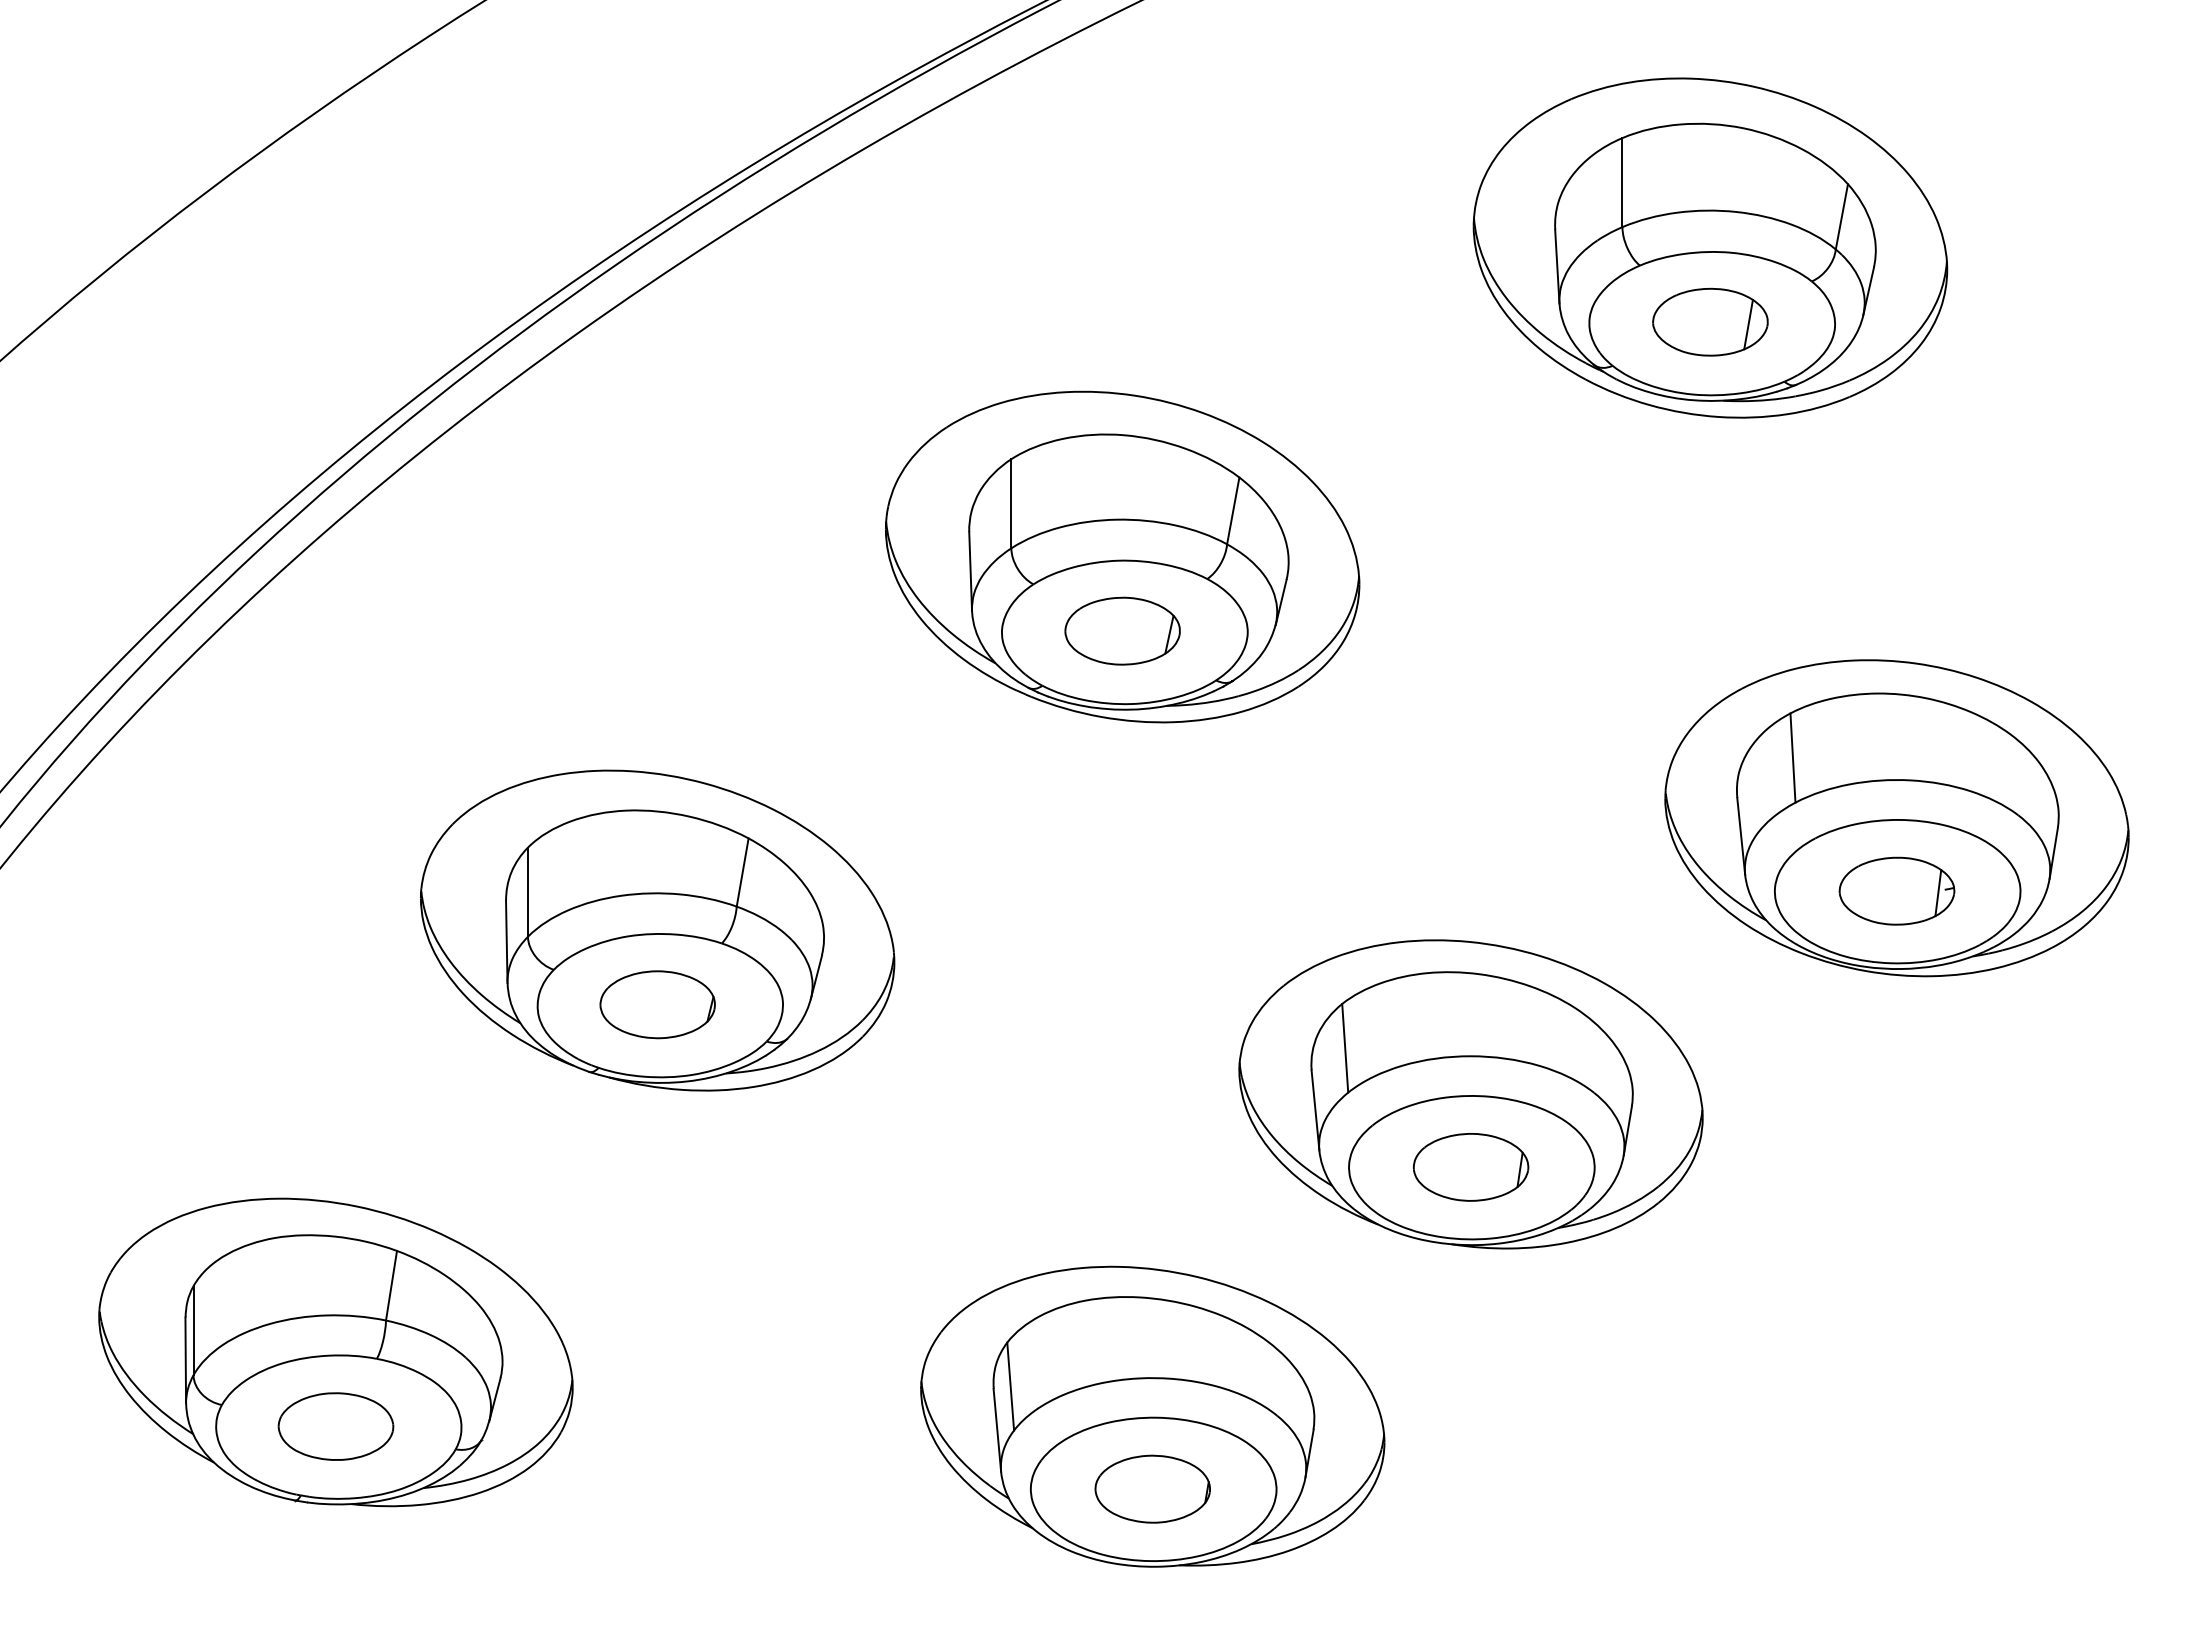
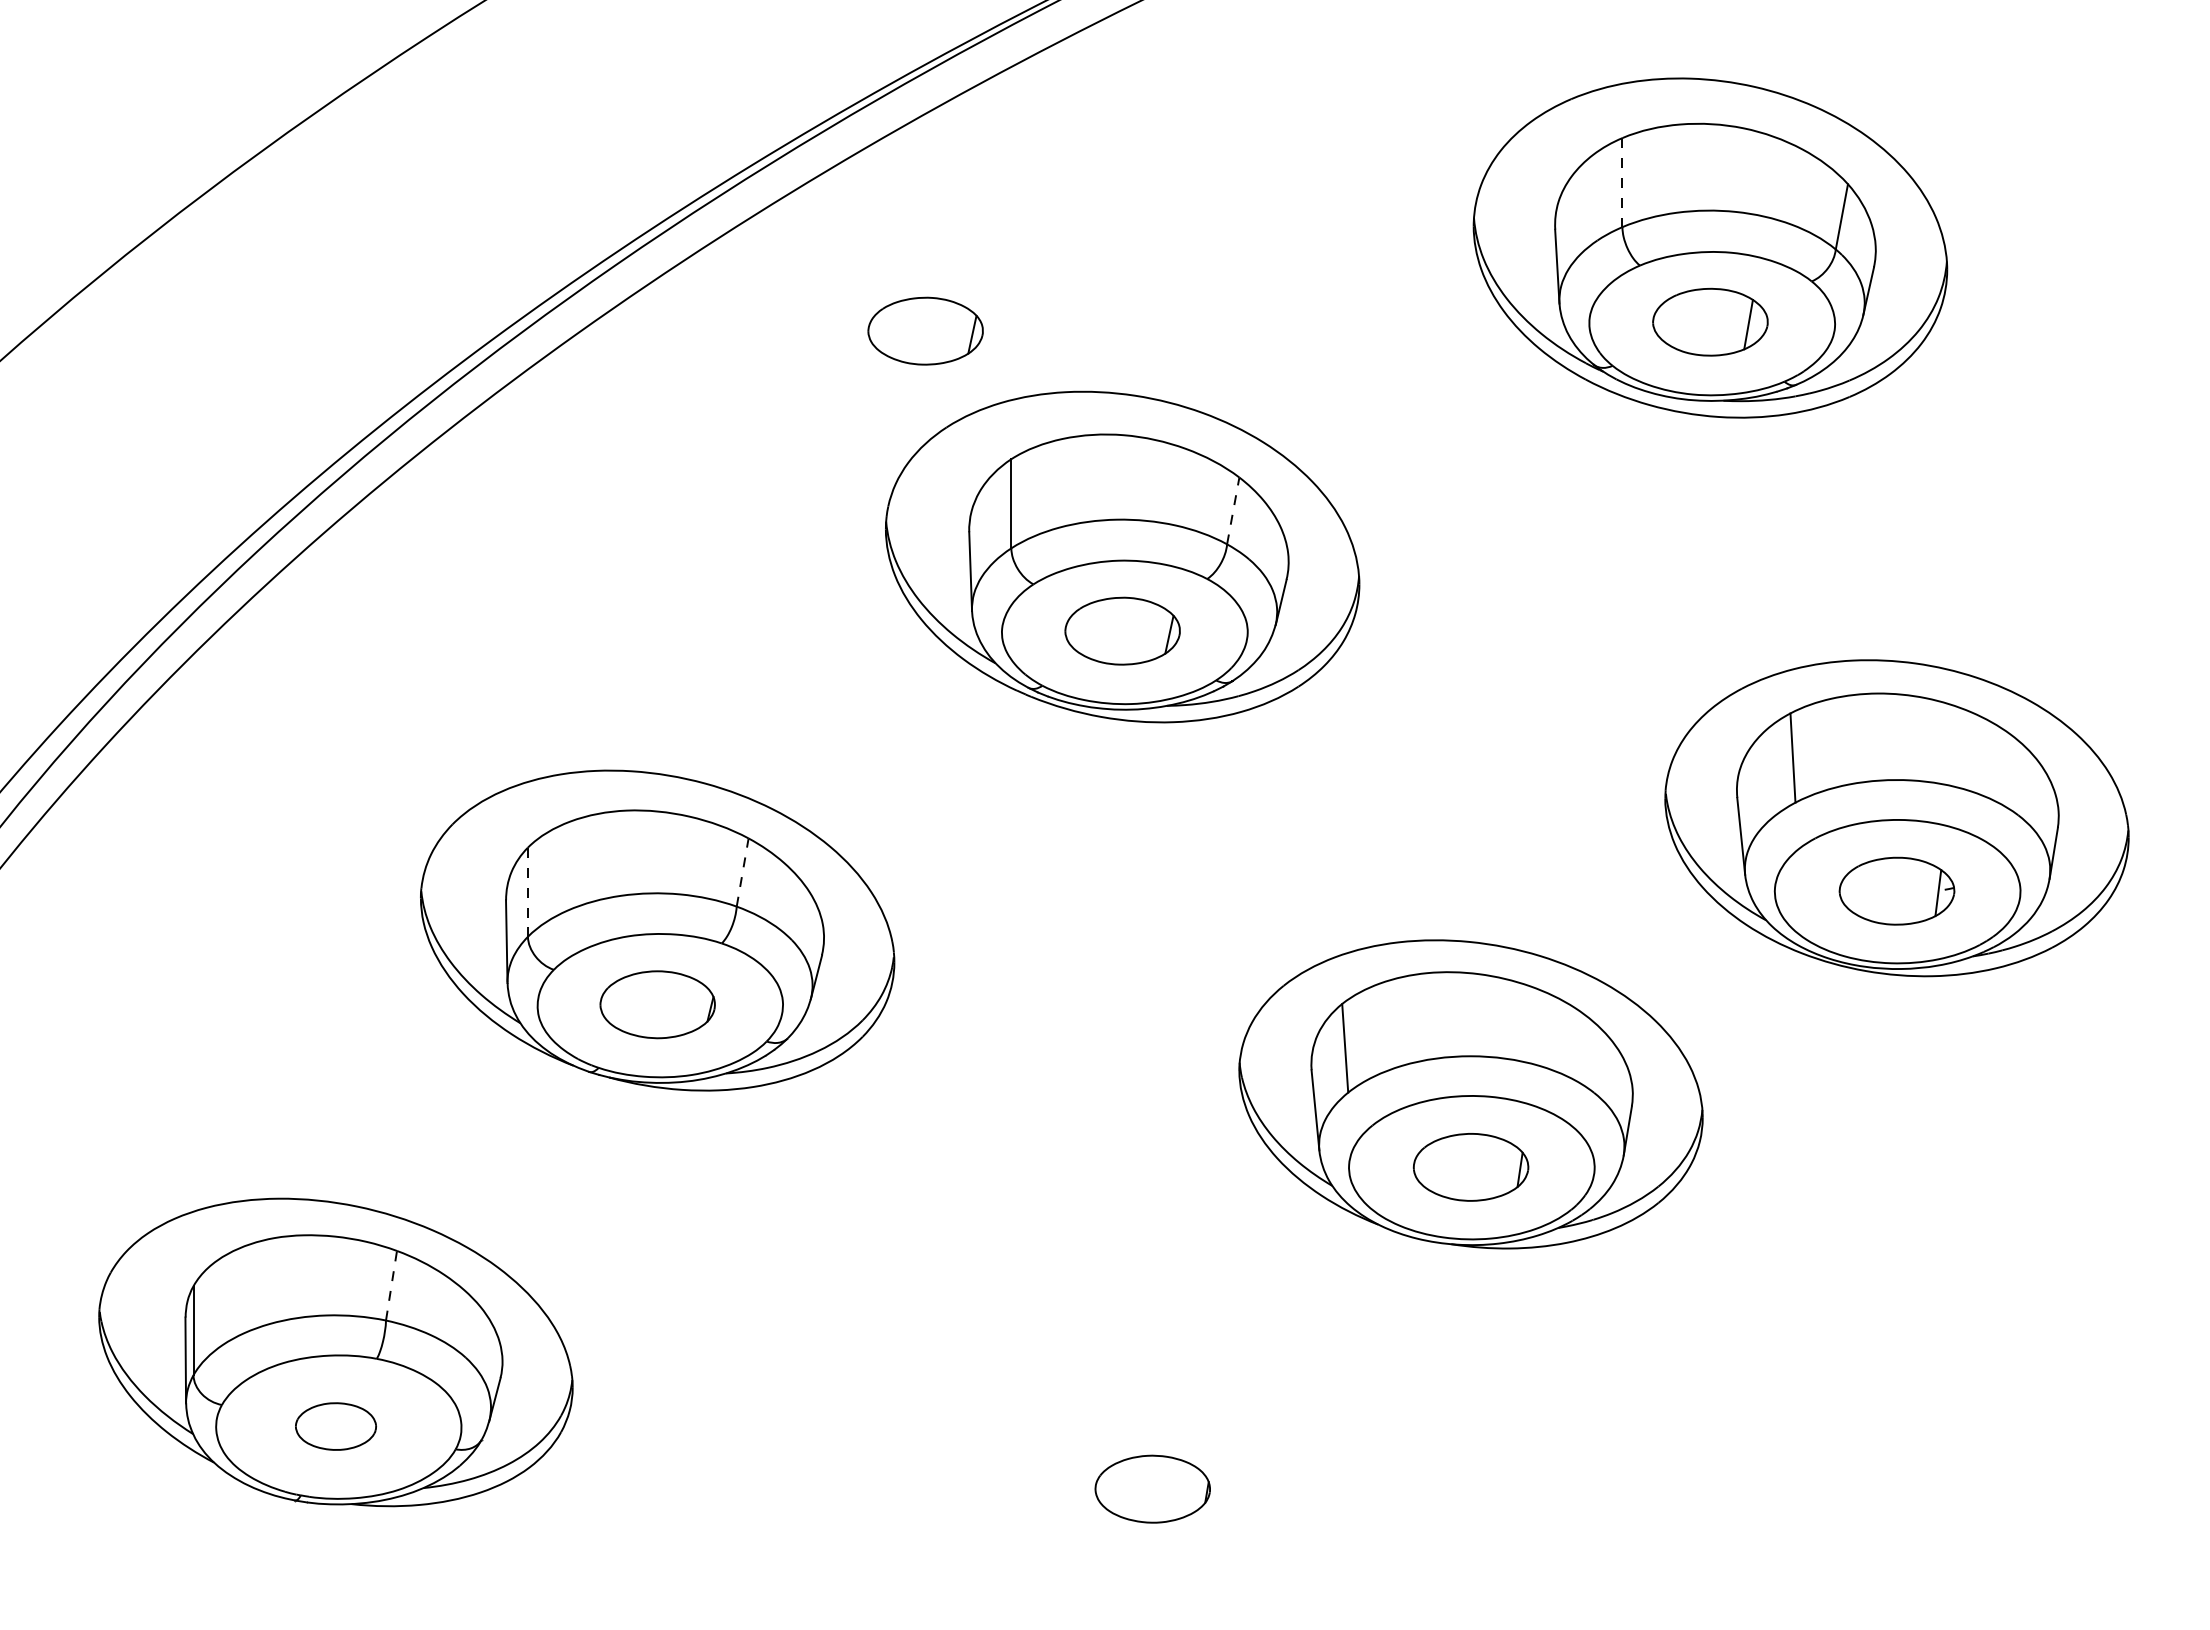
line at (1622, 182): solid -> dashed
part at (925, 330): none -> present
line at (1233, 510): solid -> dashed
line at (742, 872): solid -> dashed
line at (527, 892): solid -> dashed
line at (391, 1285): solid -> dashed
part at (1152, 1416): present -> none
part at (335, 1426) size: 118x69 px -> 82x49 px
